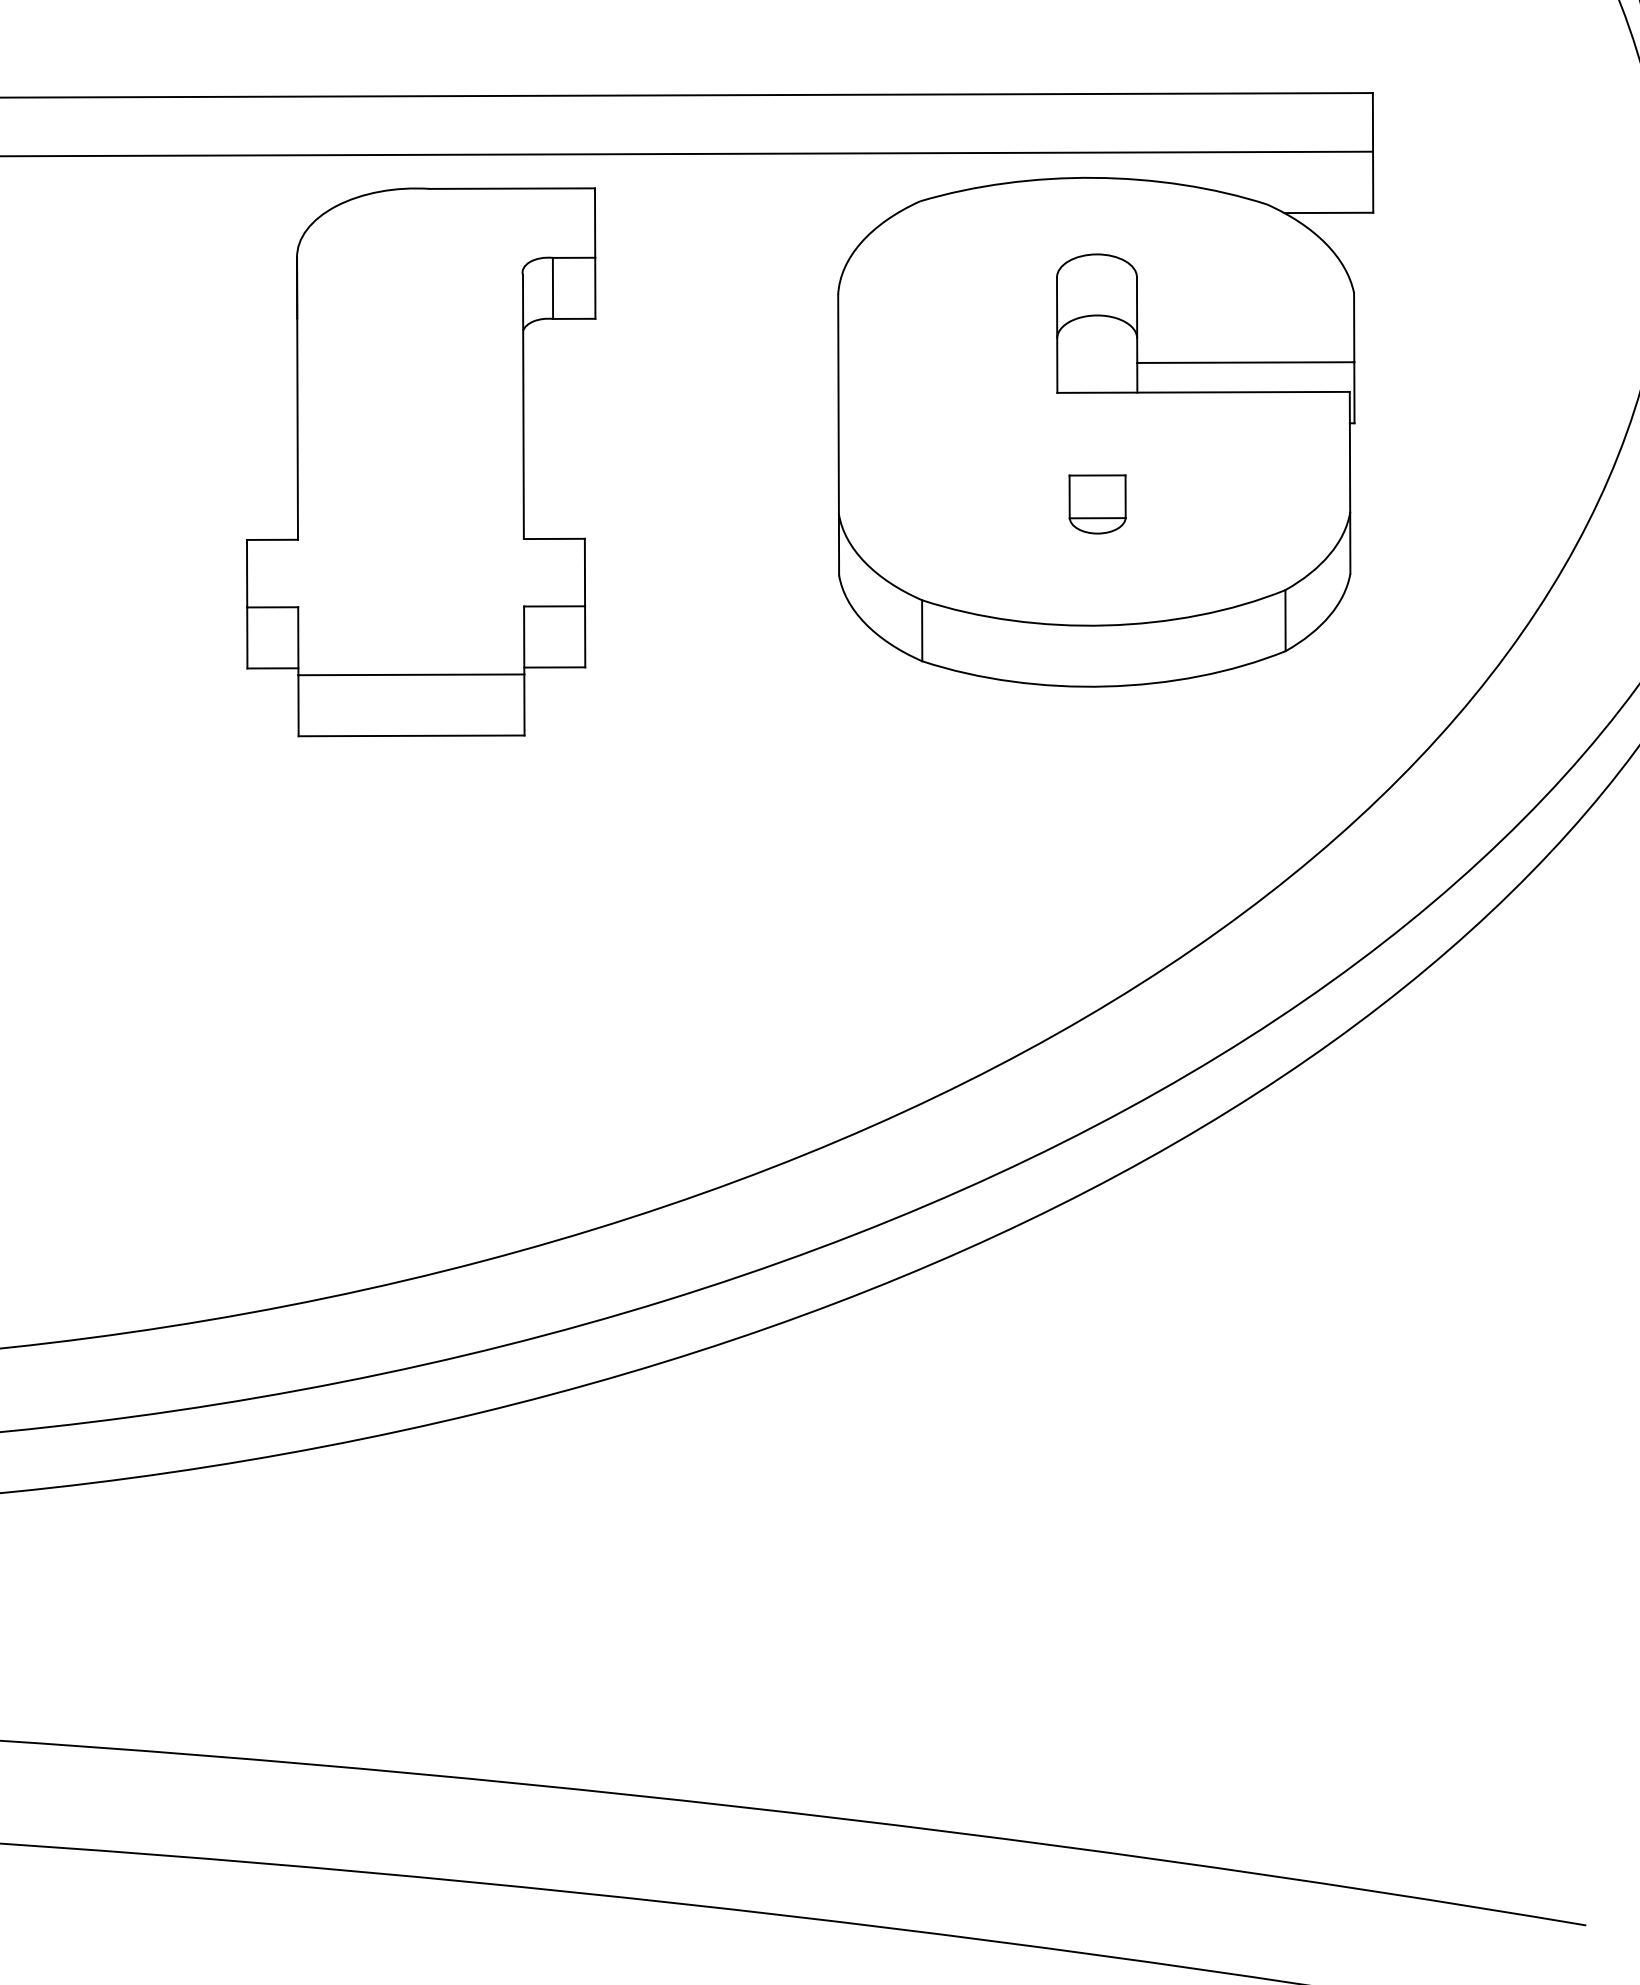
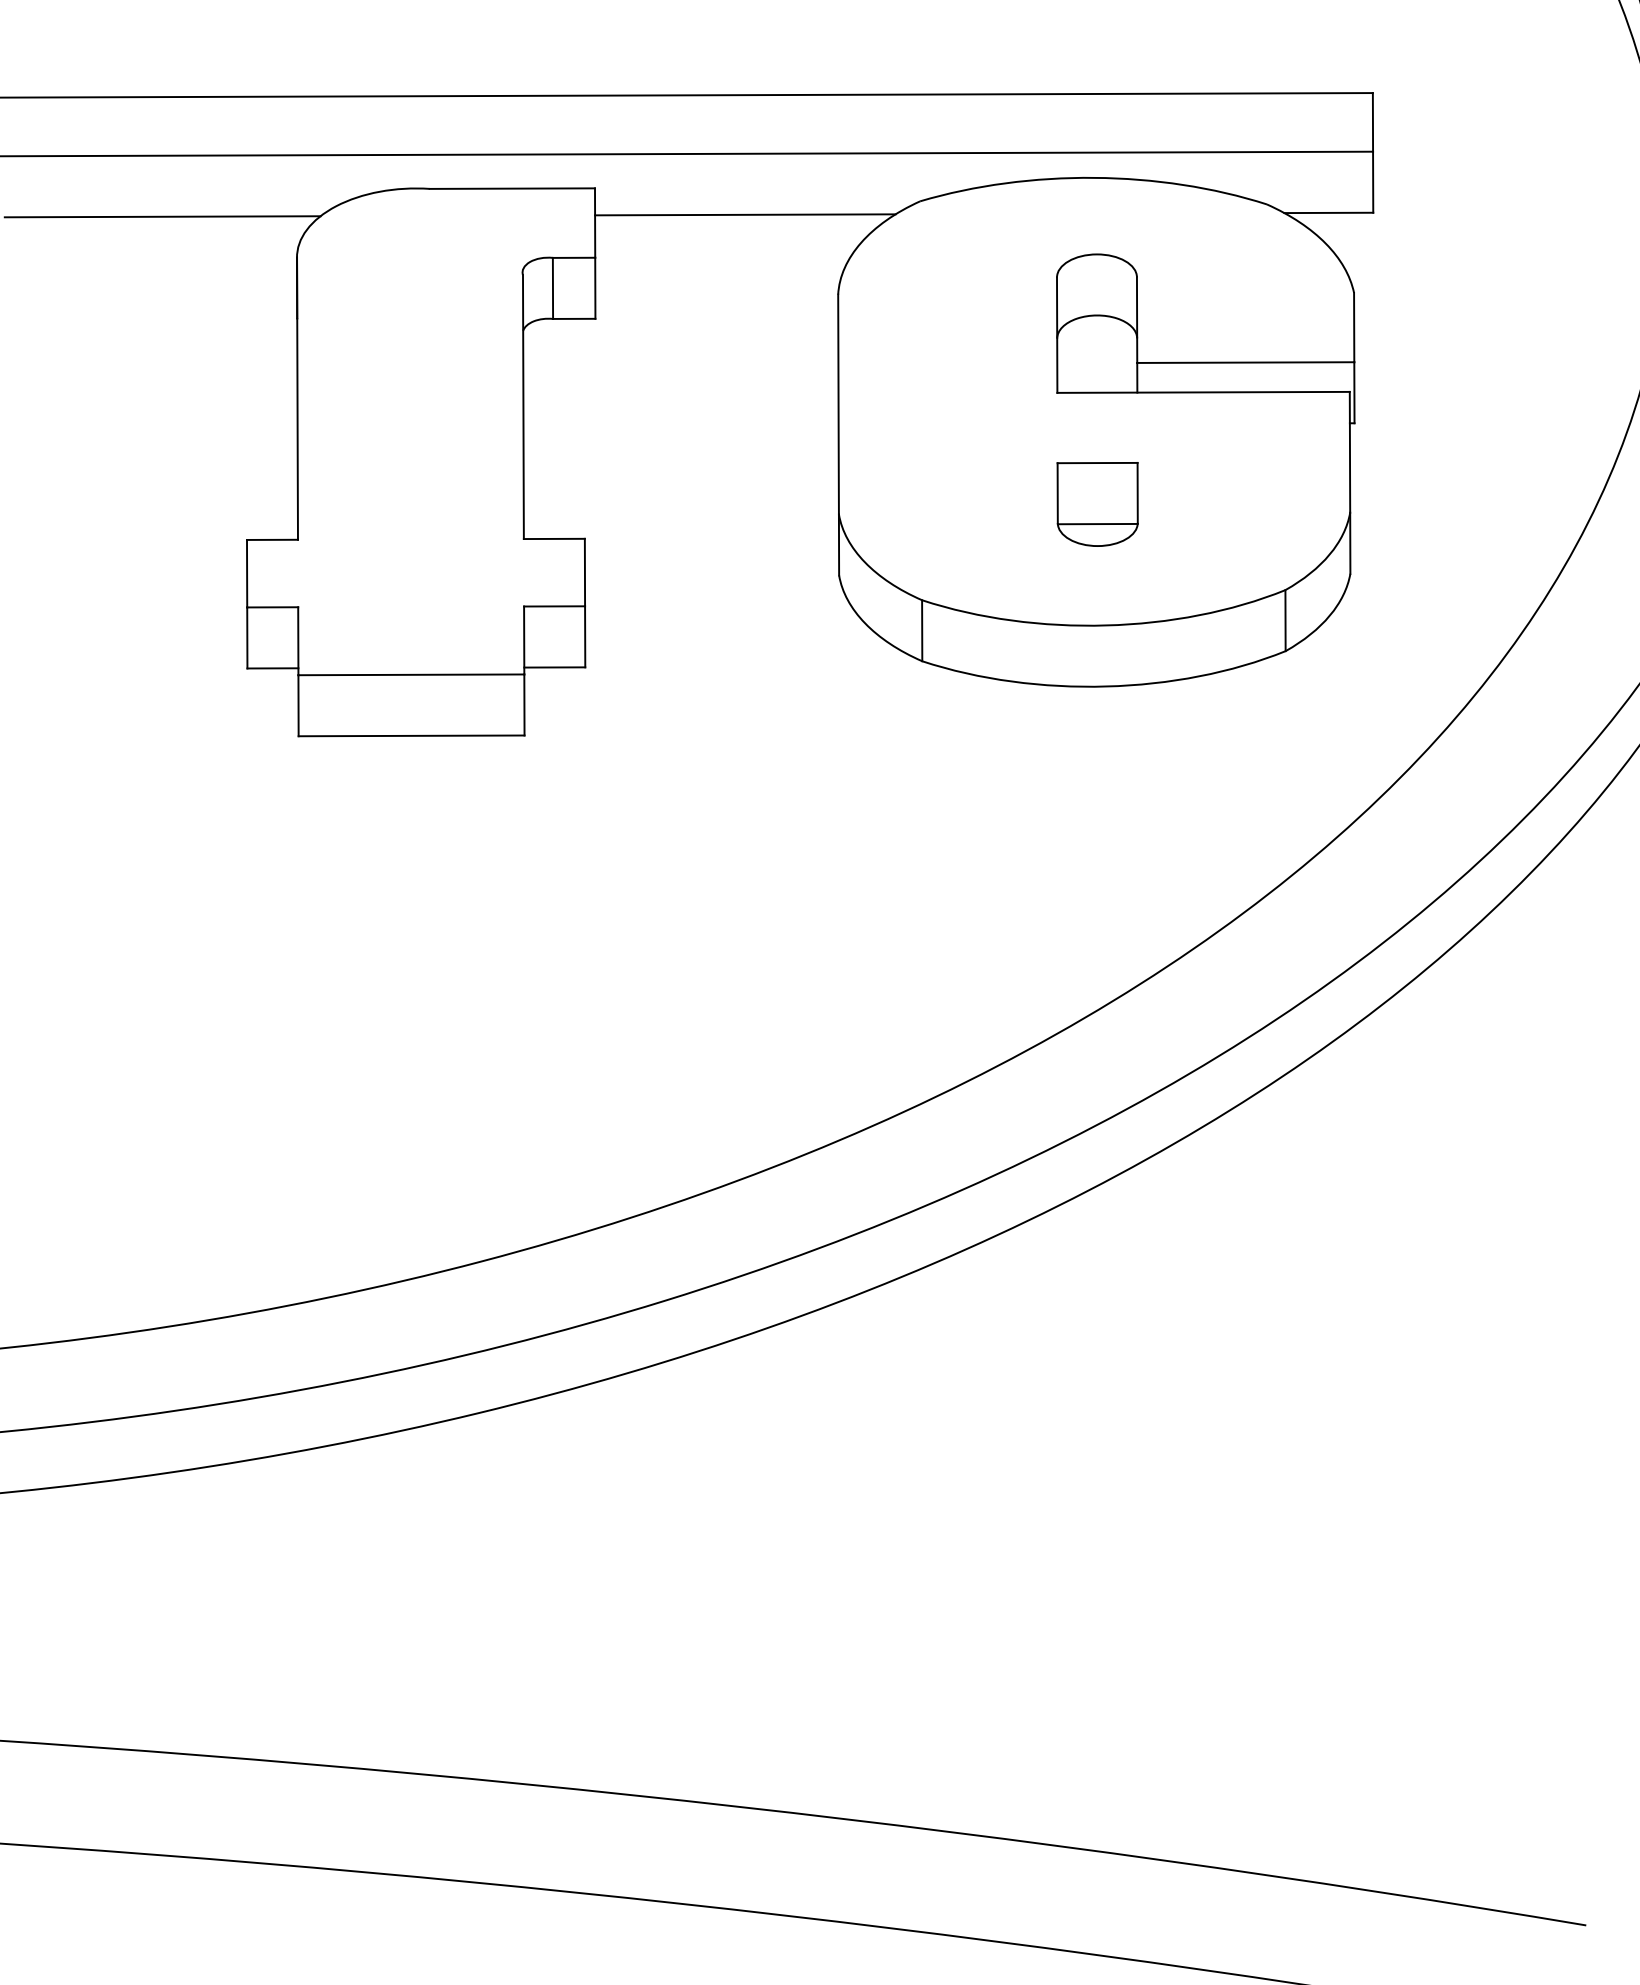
line at (745, 214): none -> present
line at (162, 216): none -> present
part at (1097, 504) size: 59x61 px -> 83x85 px
